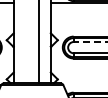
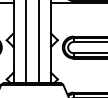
line at (26, 42): none -> present
line at (90, 42): dashed -> solid
